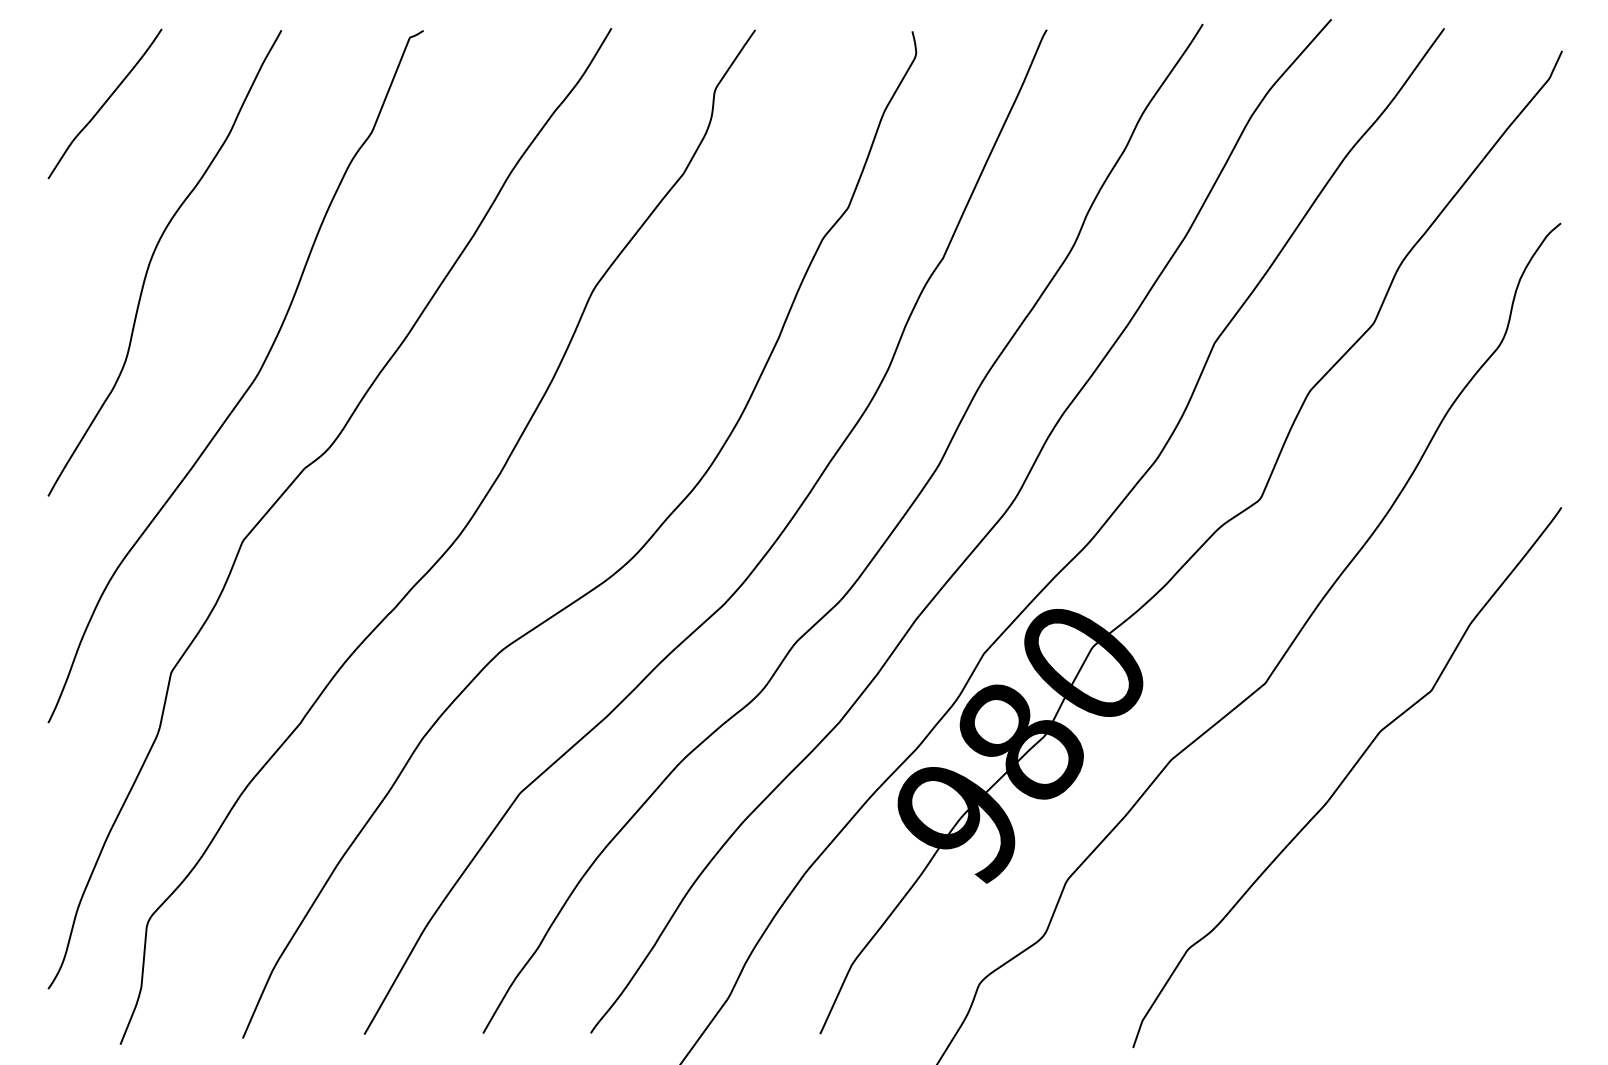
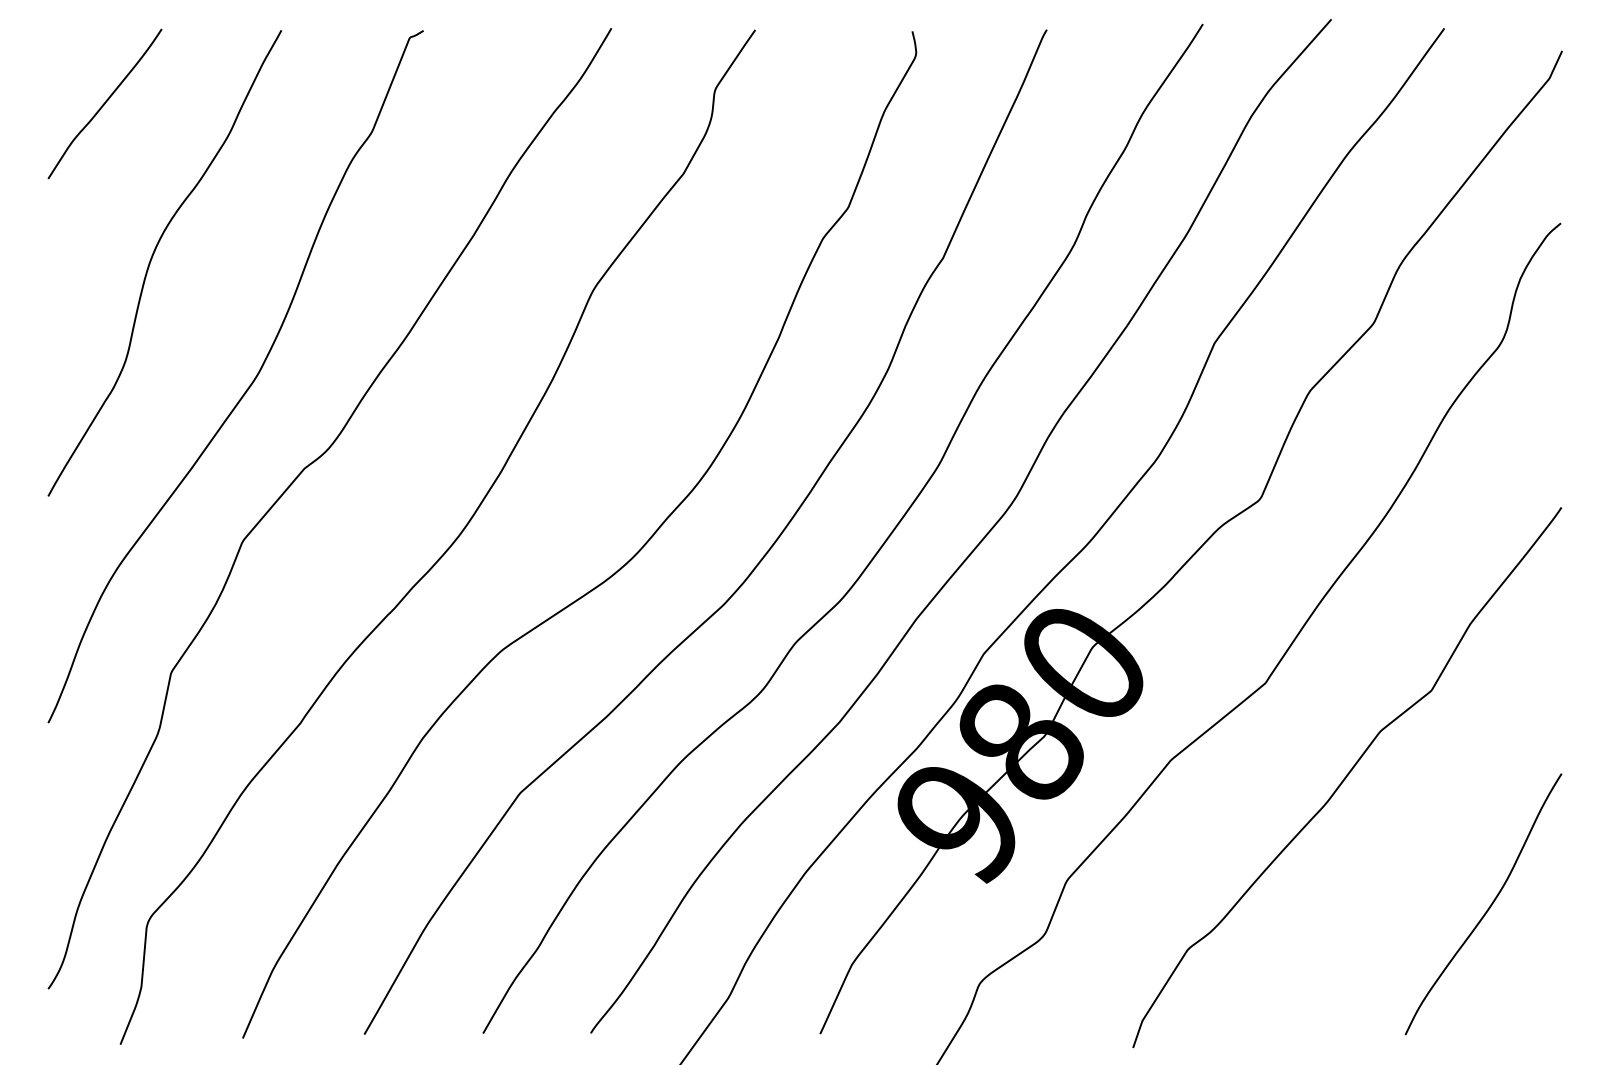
curve at (1488, 907): none -> present
